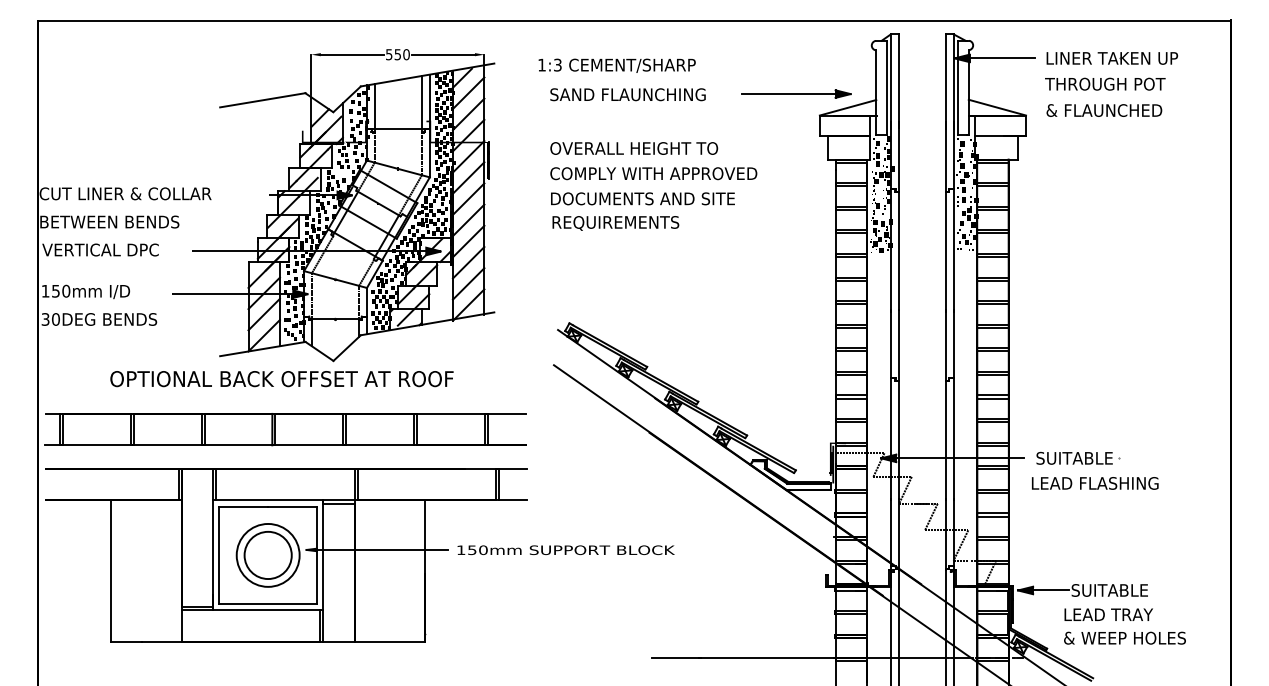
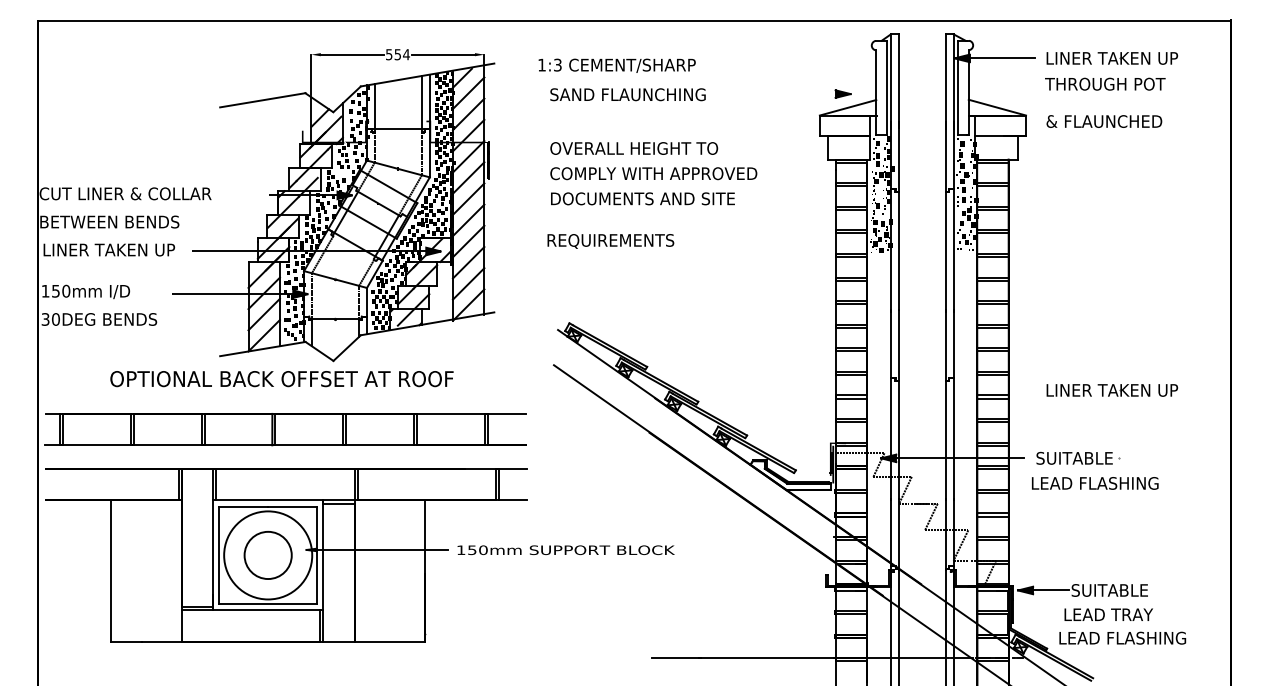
text at (406, 54): 550 -> 554
line at (794, 93): present -> none
text at (1104, 110) position: (1104, 110) -> (1104, 121)
text at (615, 223) position: (615, 223) -> (610, 241)
text at (108, 249): VERTICAL DPC -> LINER TAKEN UP
part at (1112, 390): none -> present
circle at (267, 554) diameter: 63 px -> 88 px
text at (1122, 637): & WEEP HOLES -> LEAD FLASHING
